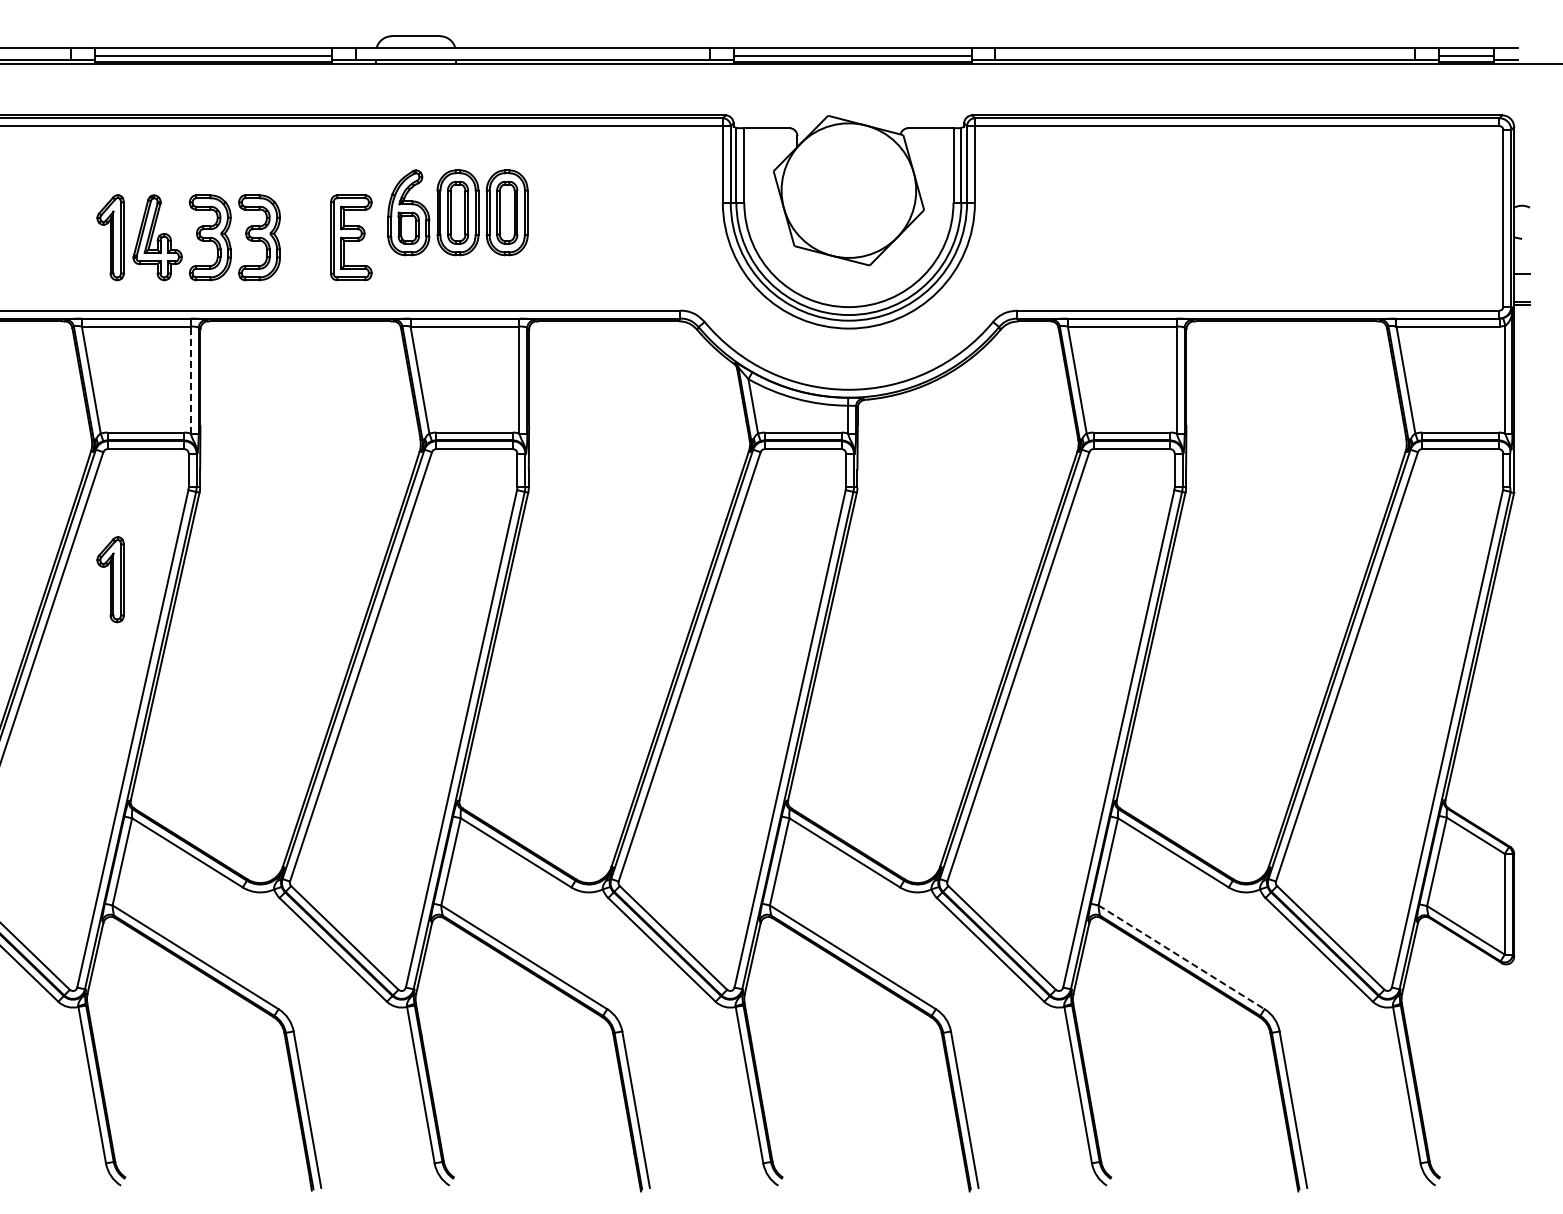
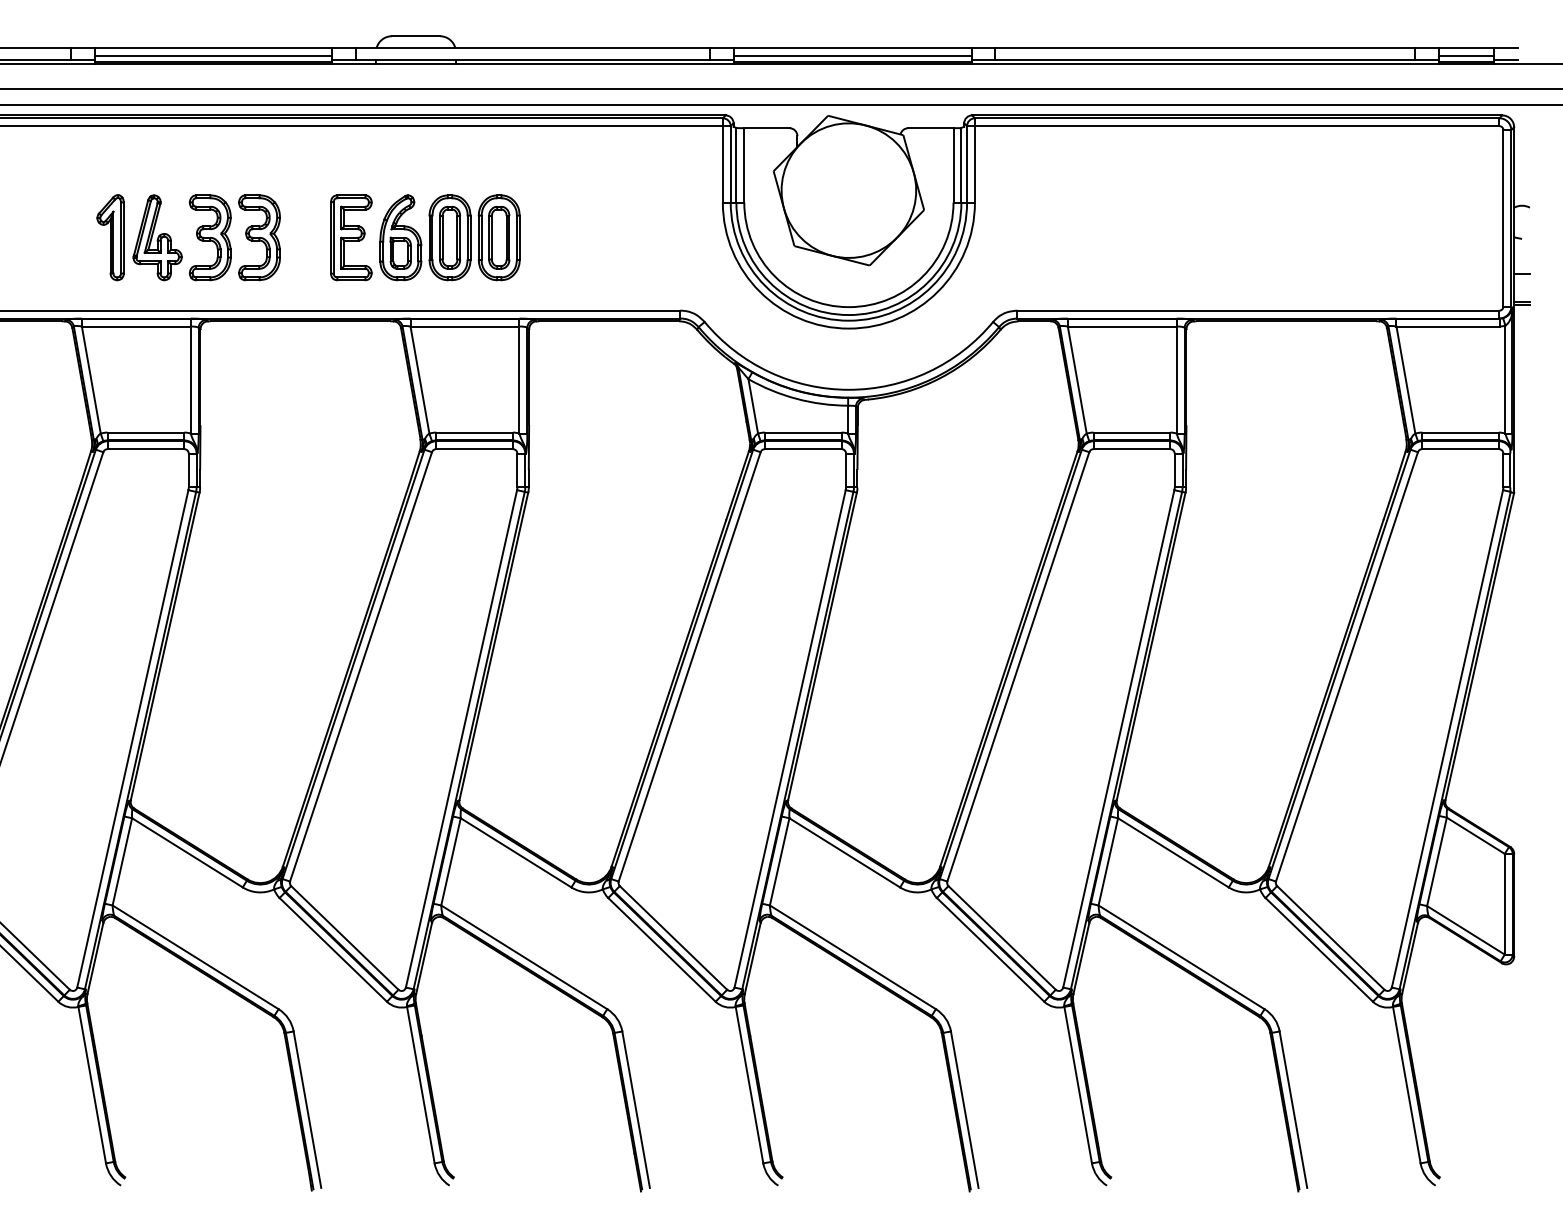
line at (780, 89): none -> present
line at (780, 105): none -> present
part at (457, 212) position: (457, 212) -> (449, 237)
line at (190, 380): dashed -> solid
part at (110, 579): present -> none
line at (1181, 957): dashed -> solid
